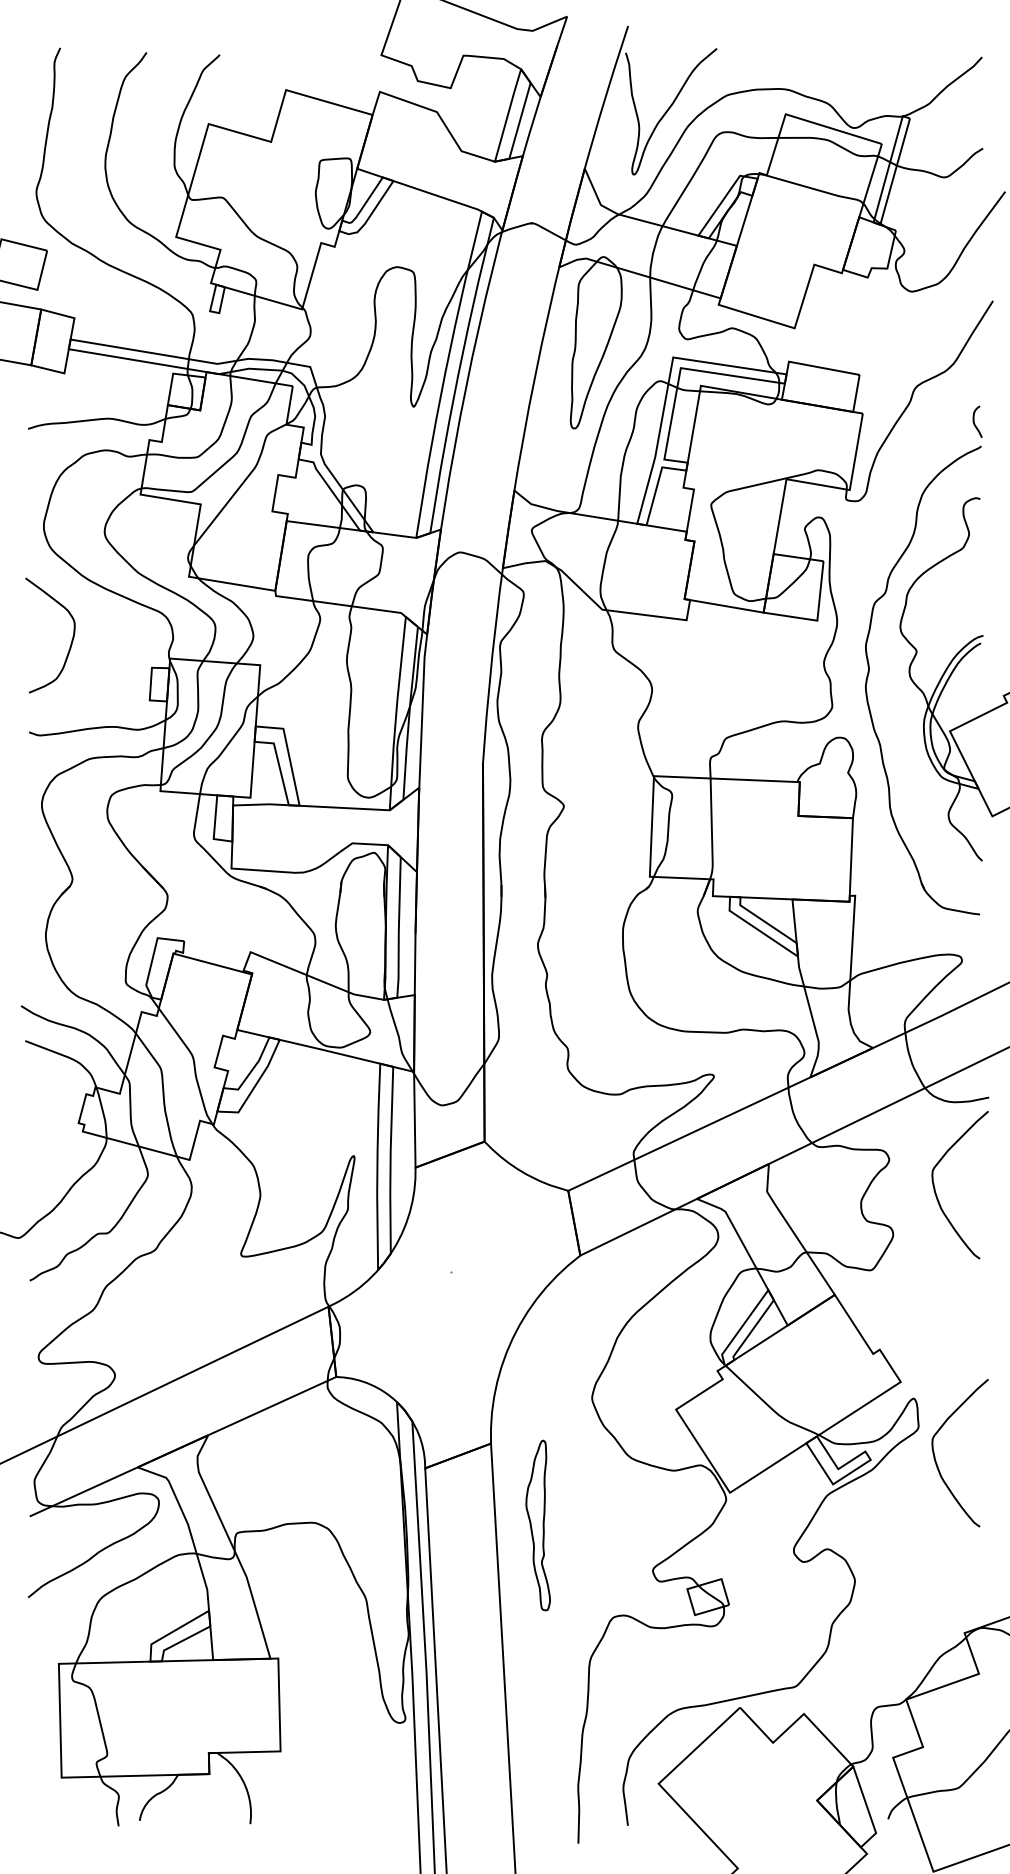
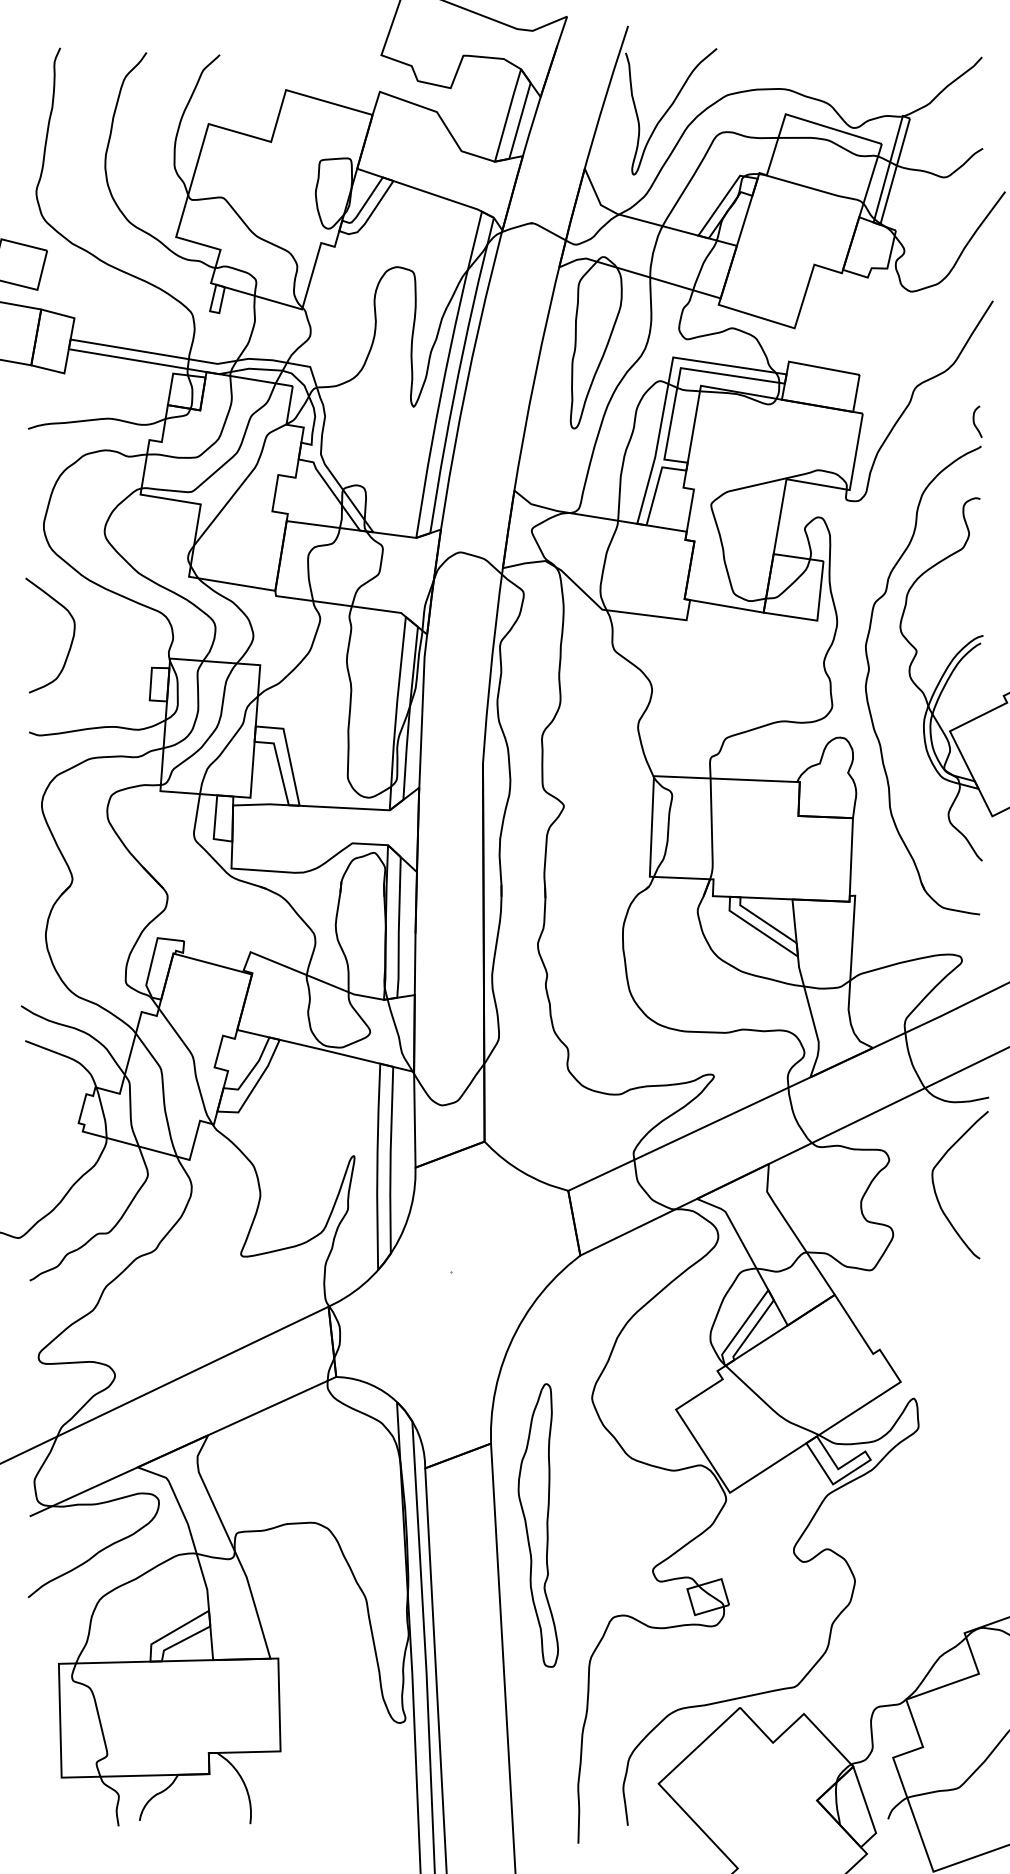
curve at (936, 1460): present -> none
part at (537, 1525) size: 26x173 px -> 42x285 px
